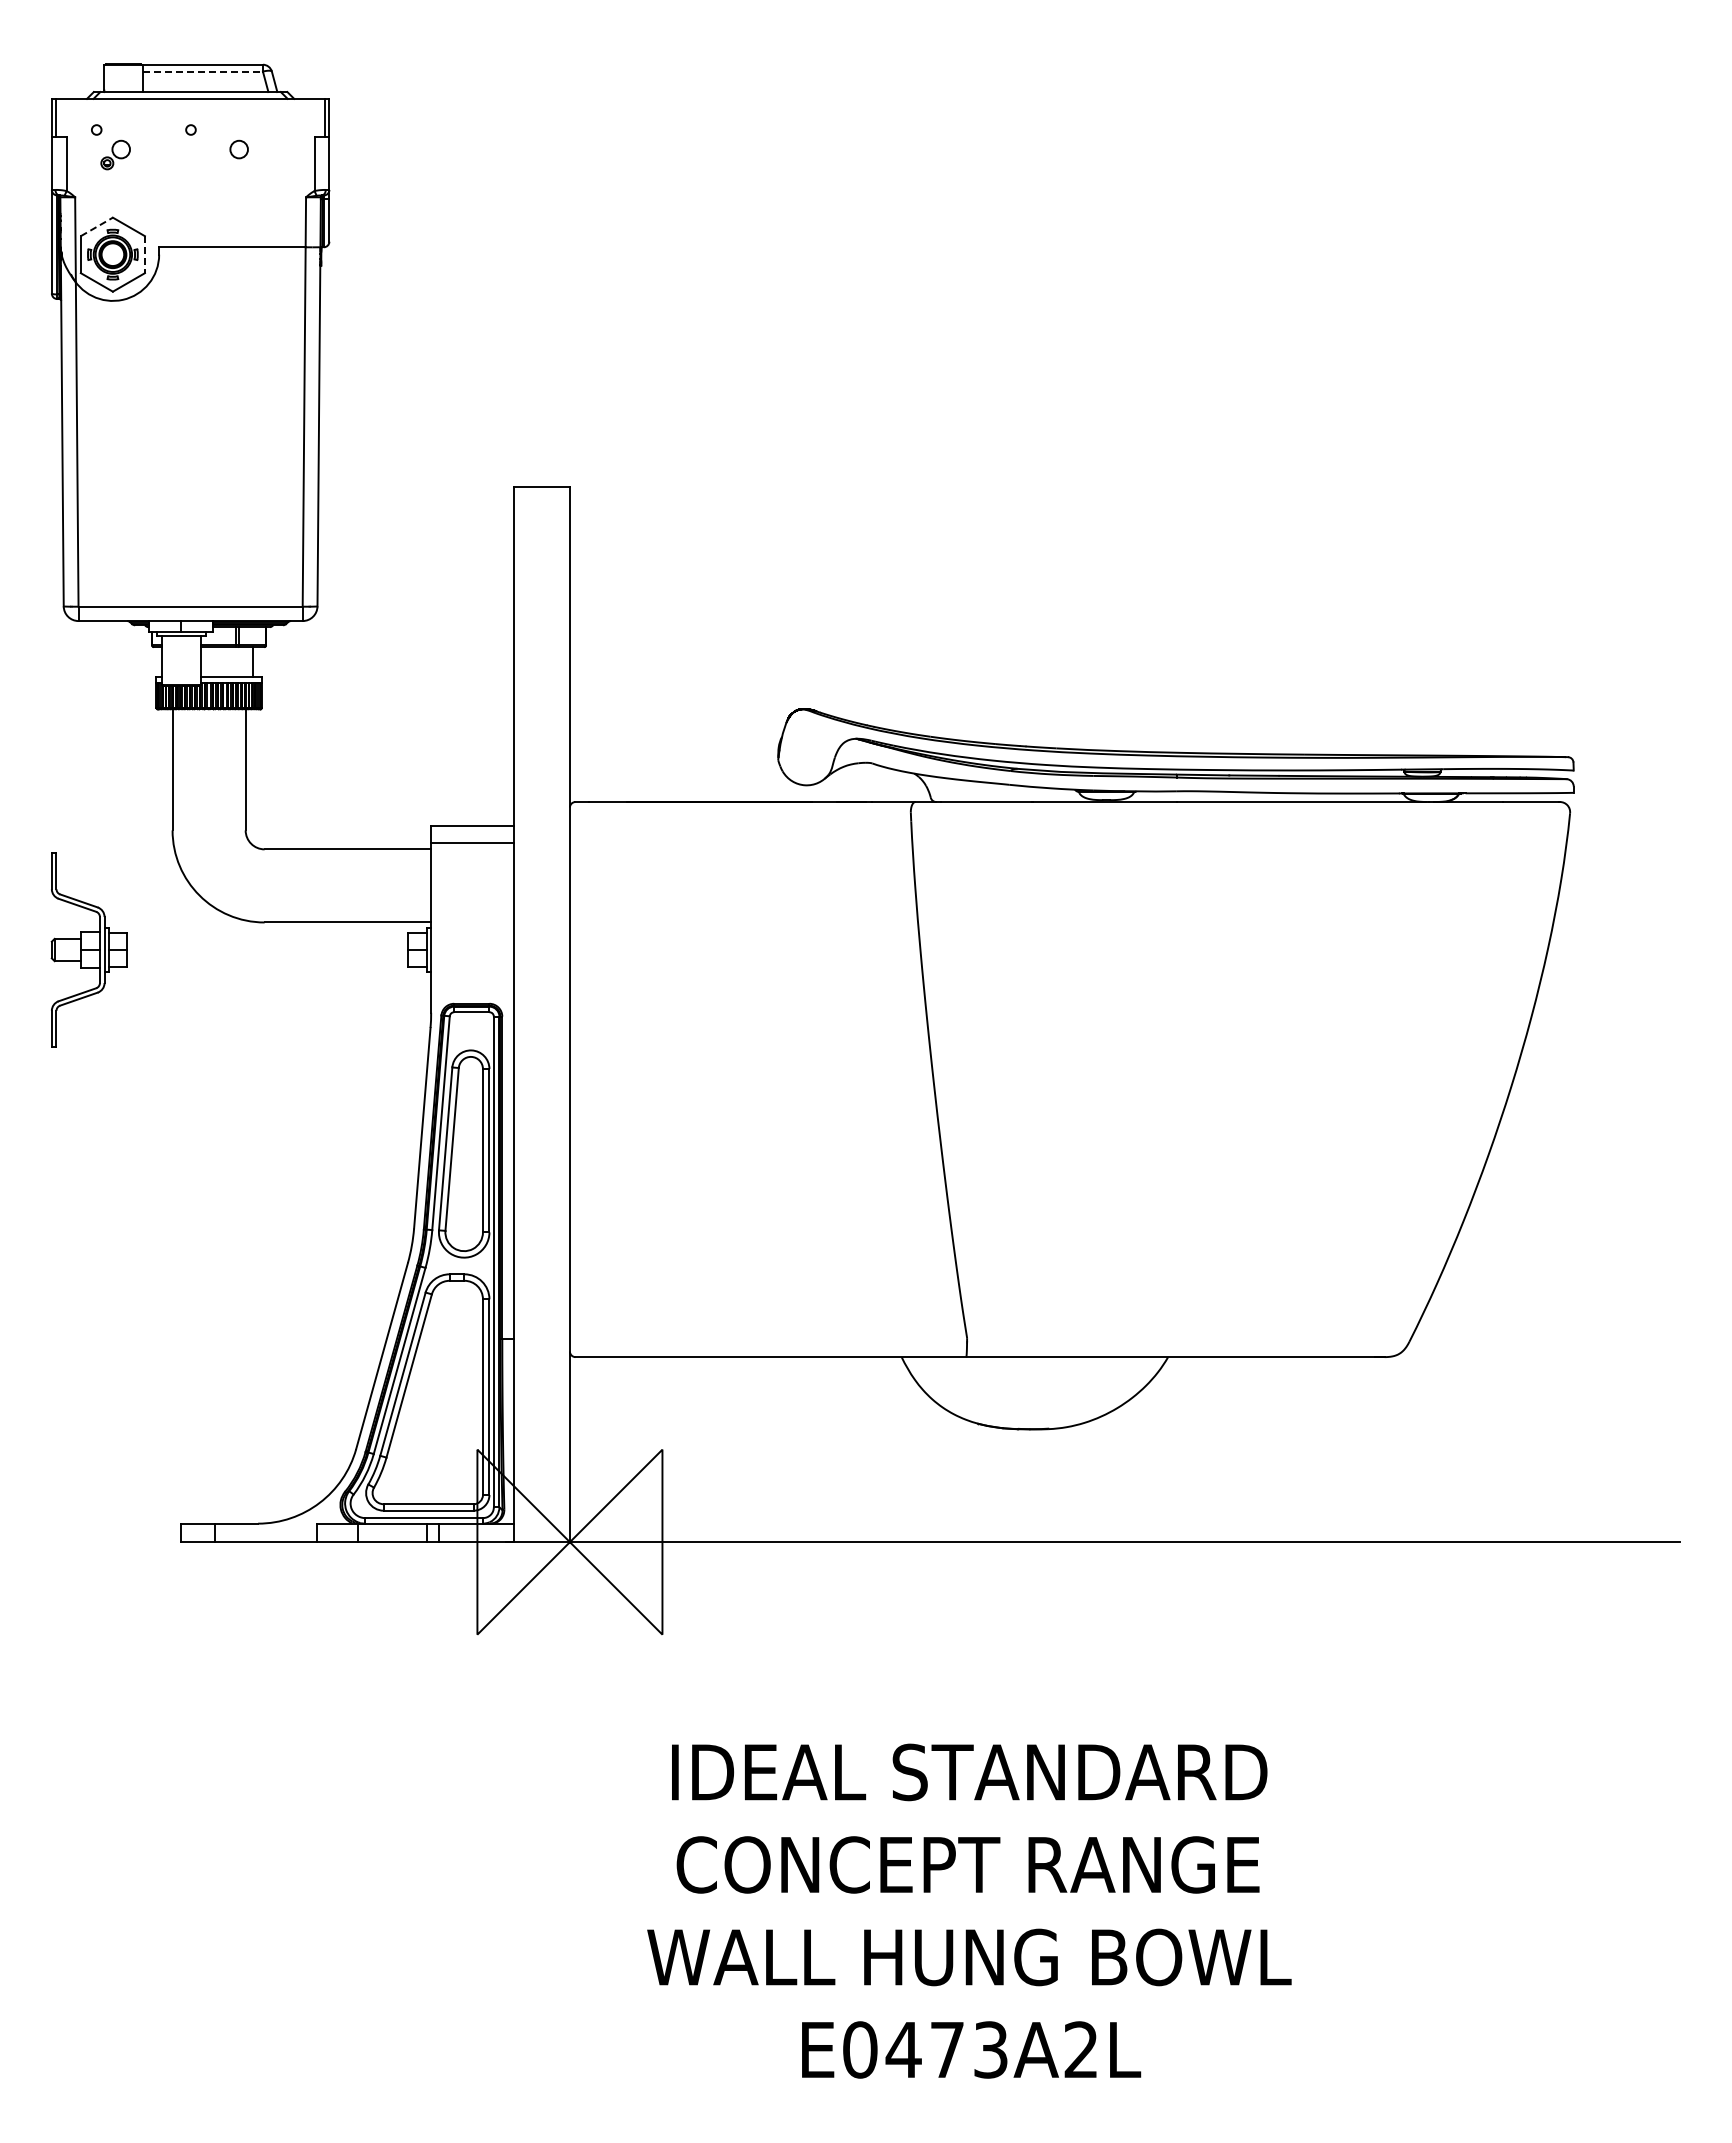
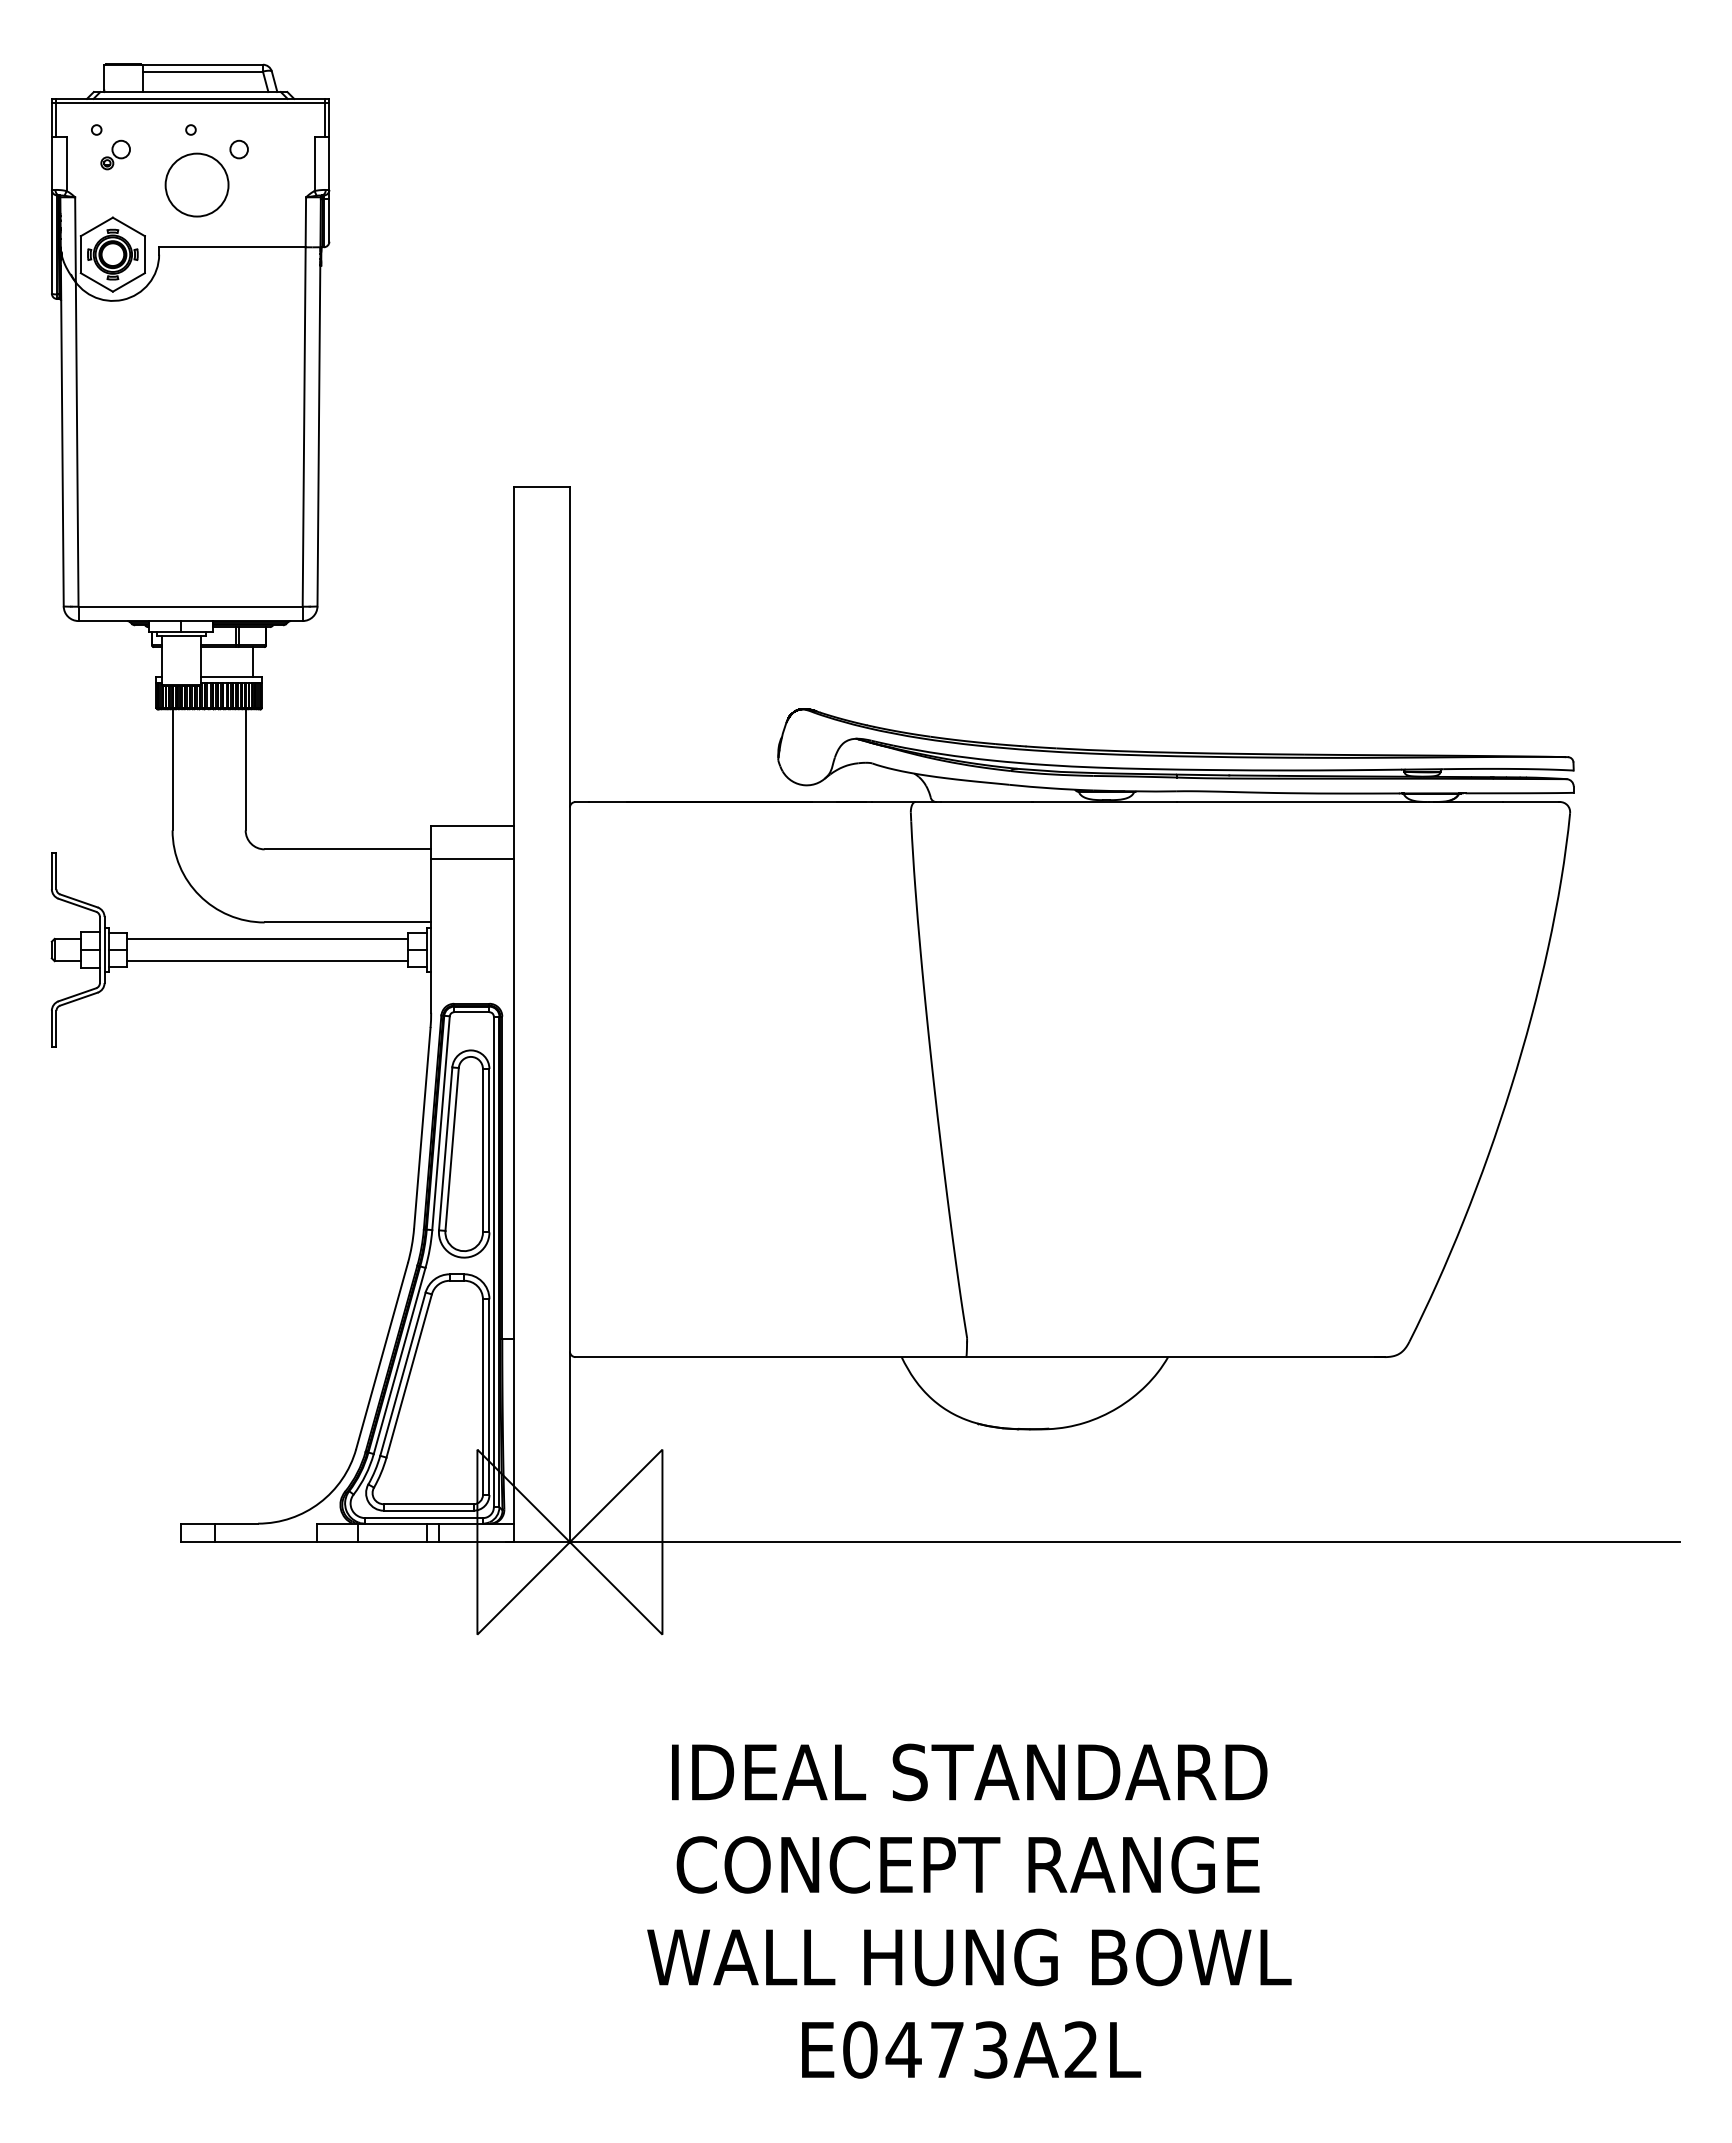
line at (203, 71): dashed -> solid
line at (190, 102): none -> present
circle at (196, 184): none -> present
line at (96, 226): dashed -> solid
line at (144, 254): dashed -> solid
line at (472, 843) position: (472, 843) -> (472, 859)
line at (267, 938): none -> present
line at (267, 961): none -> present
